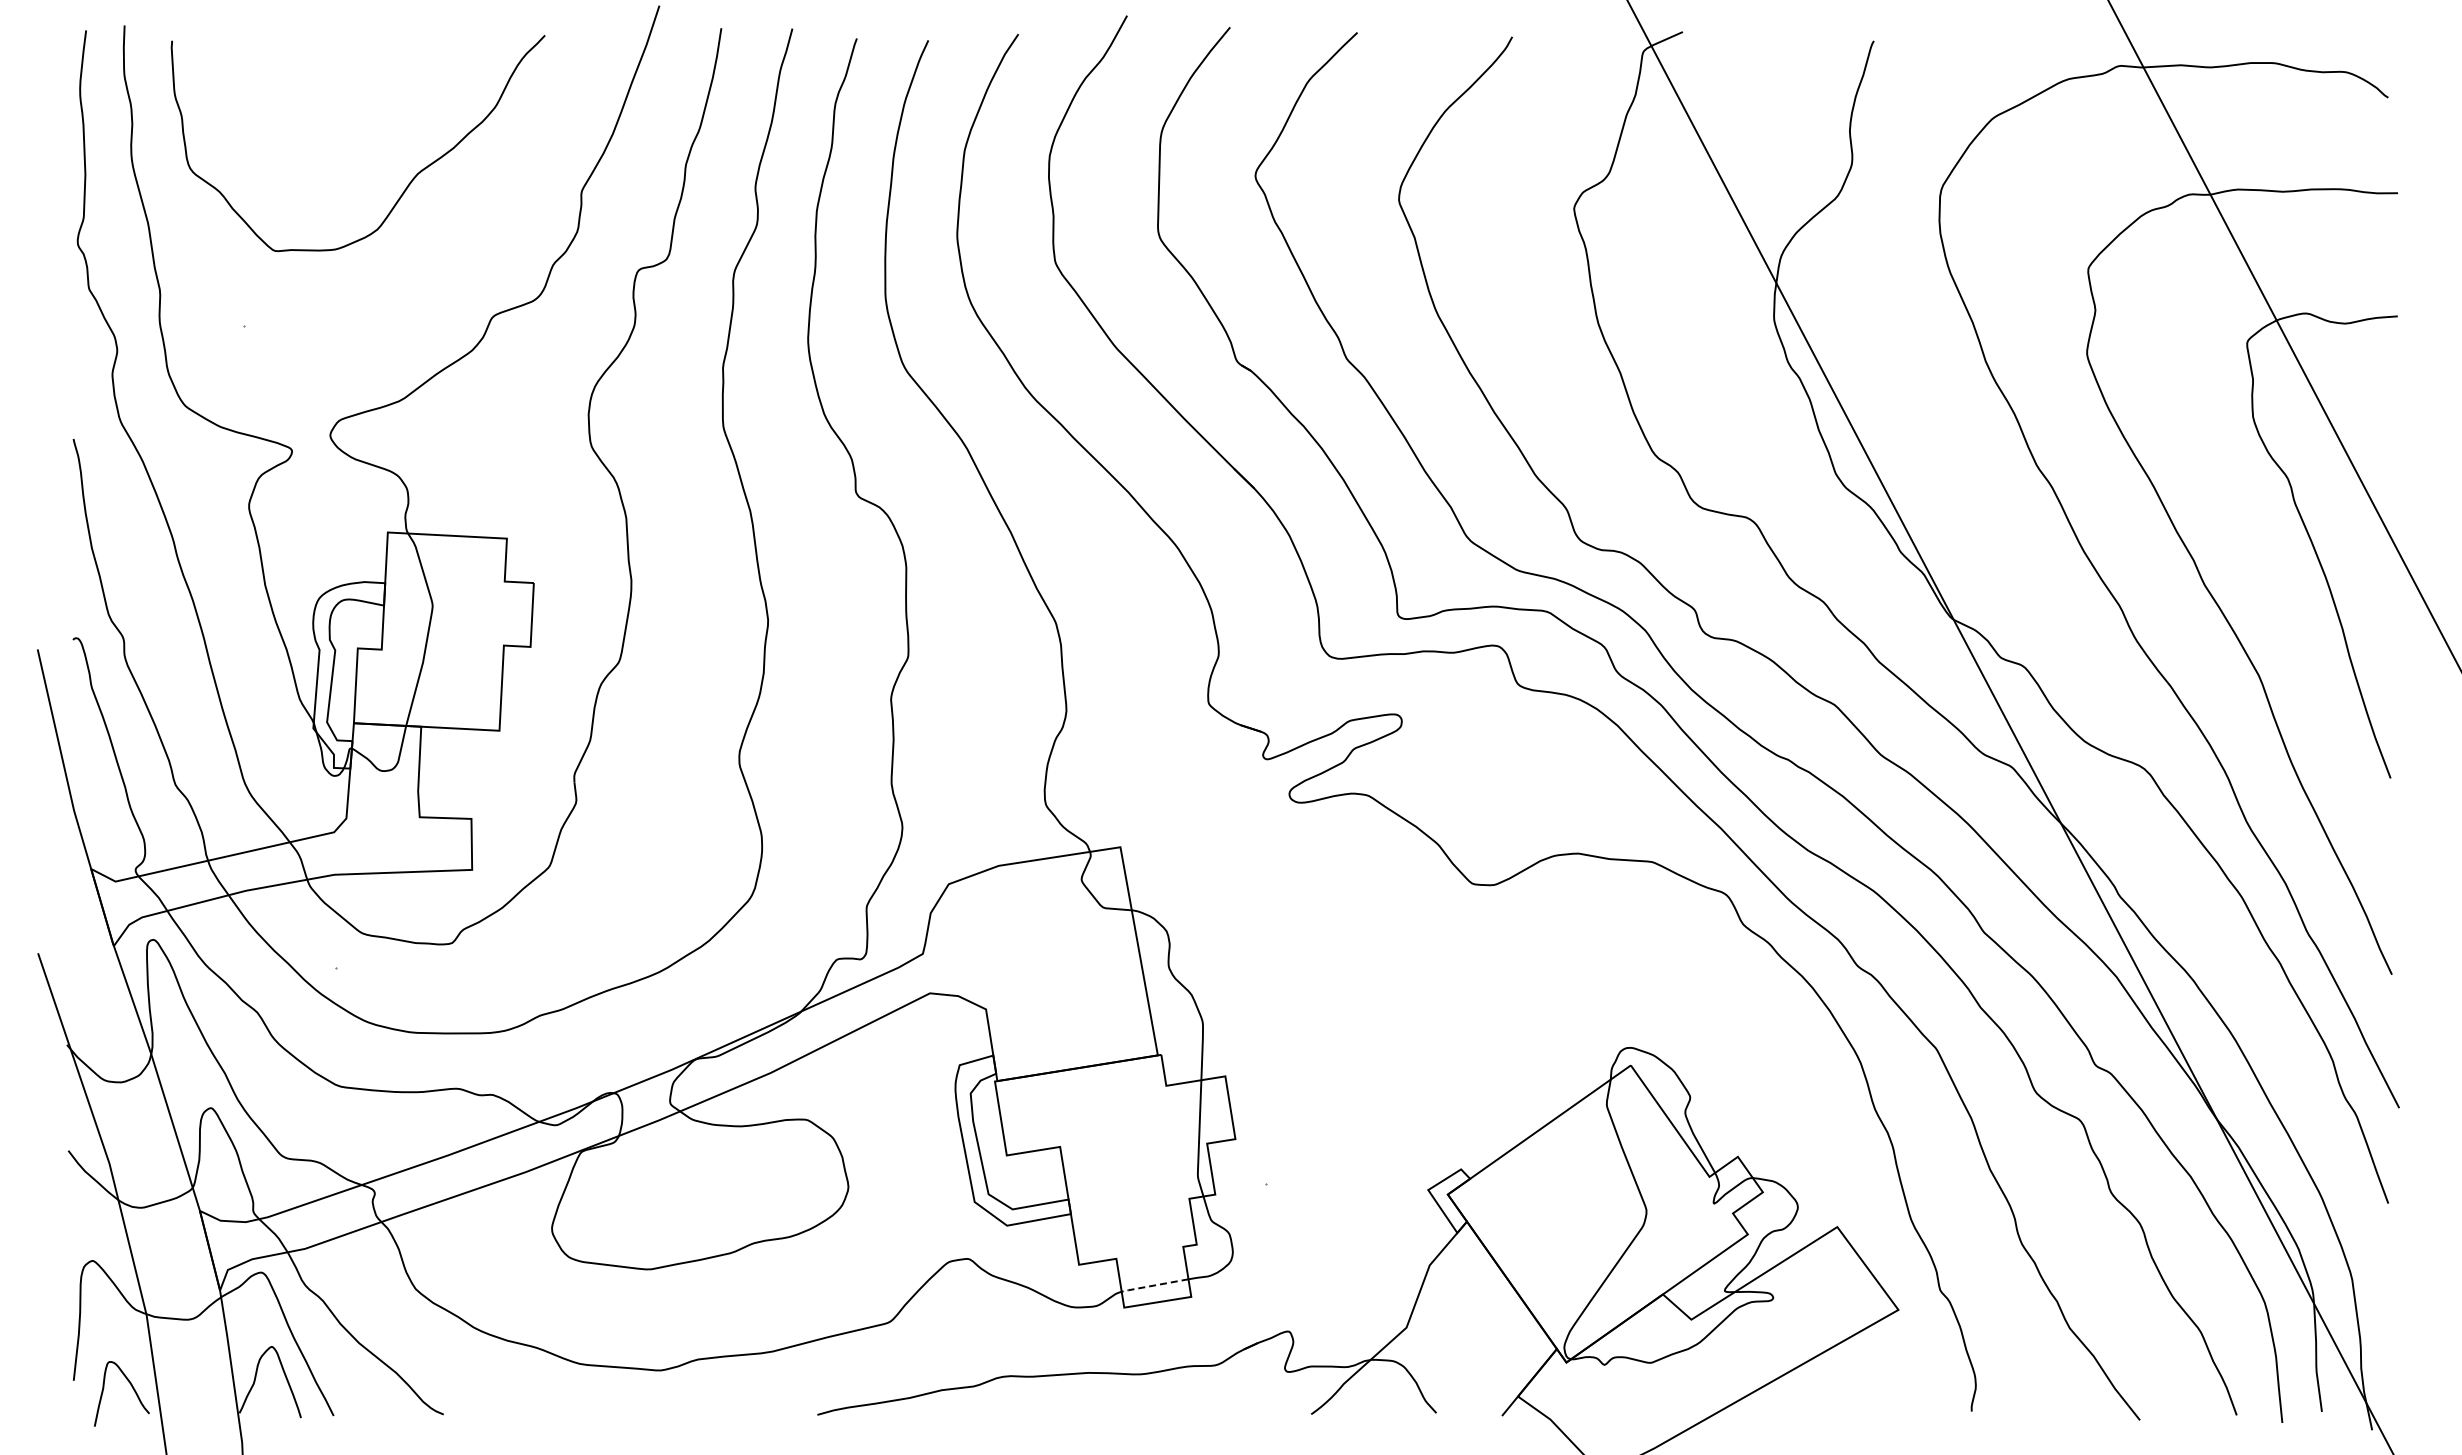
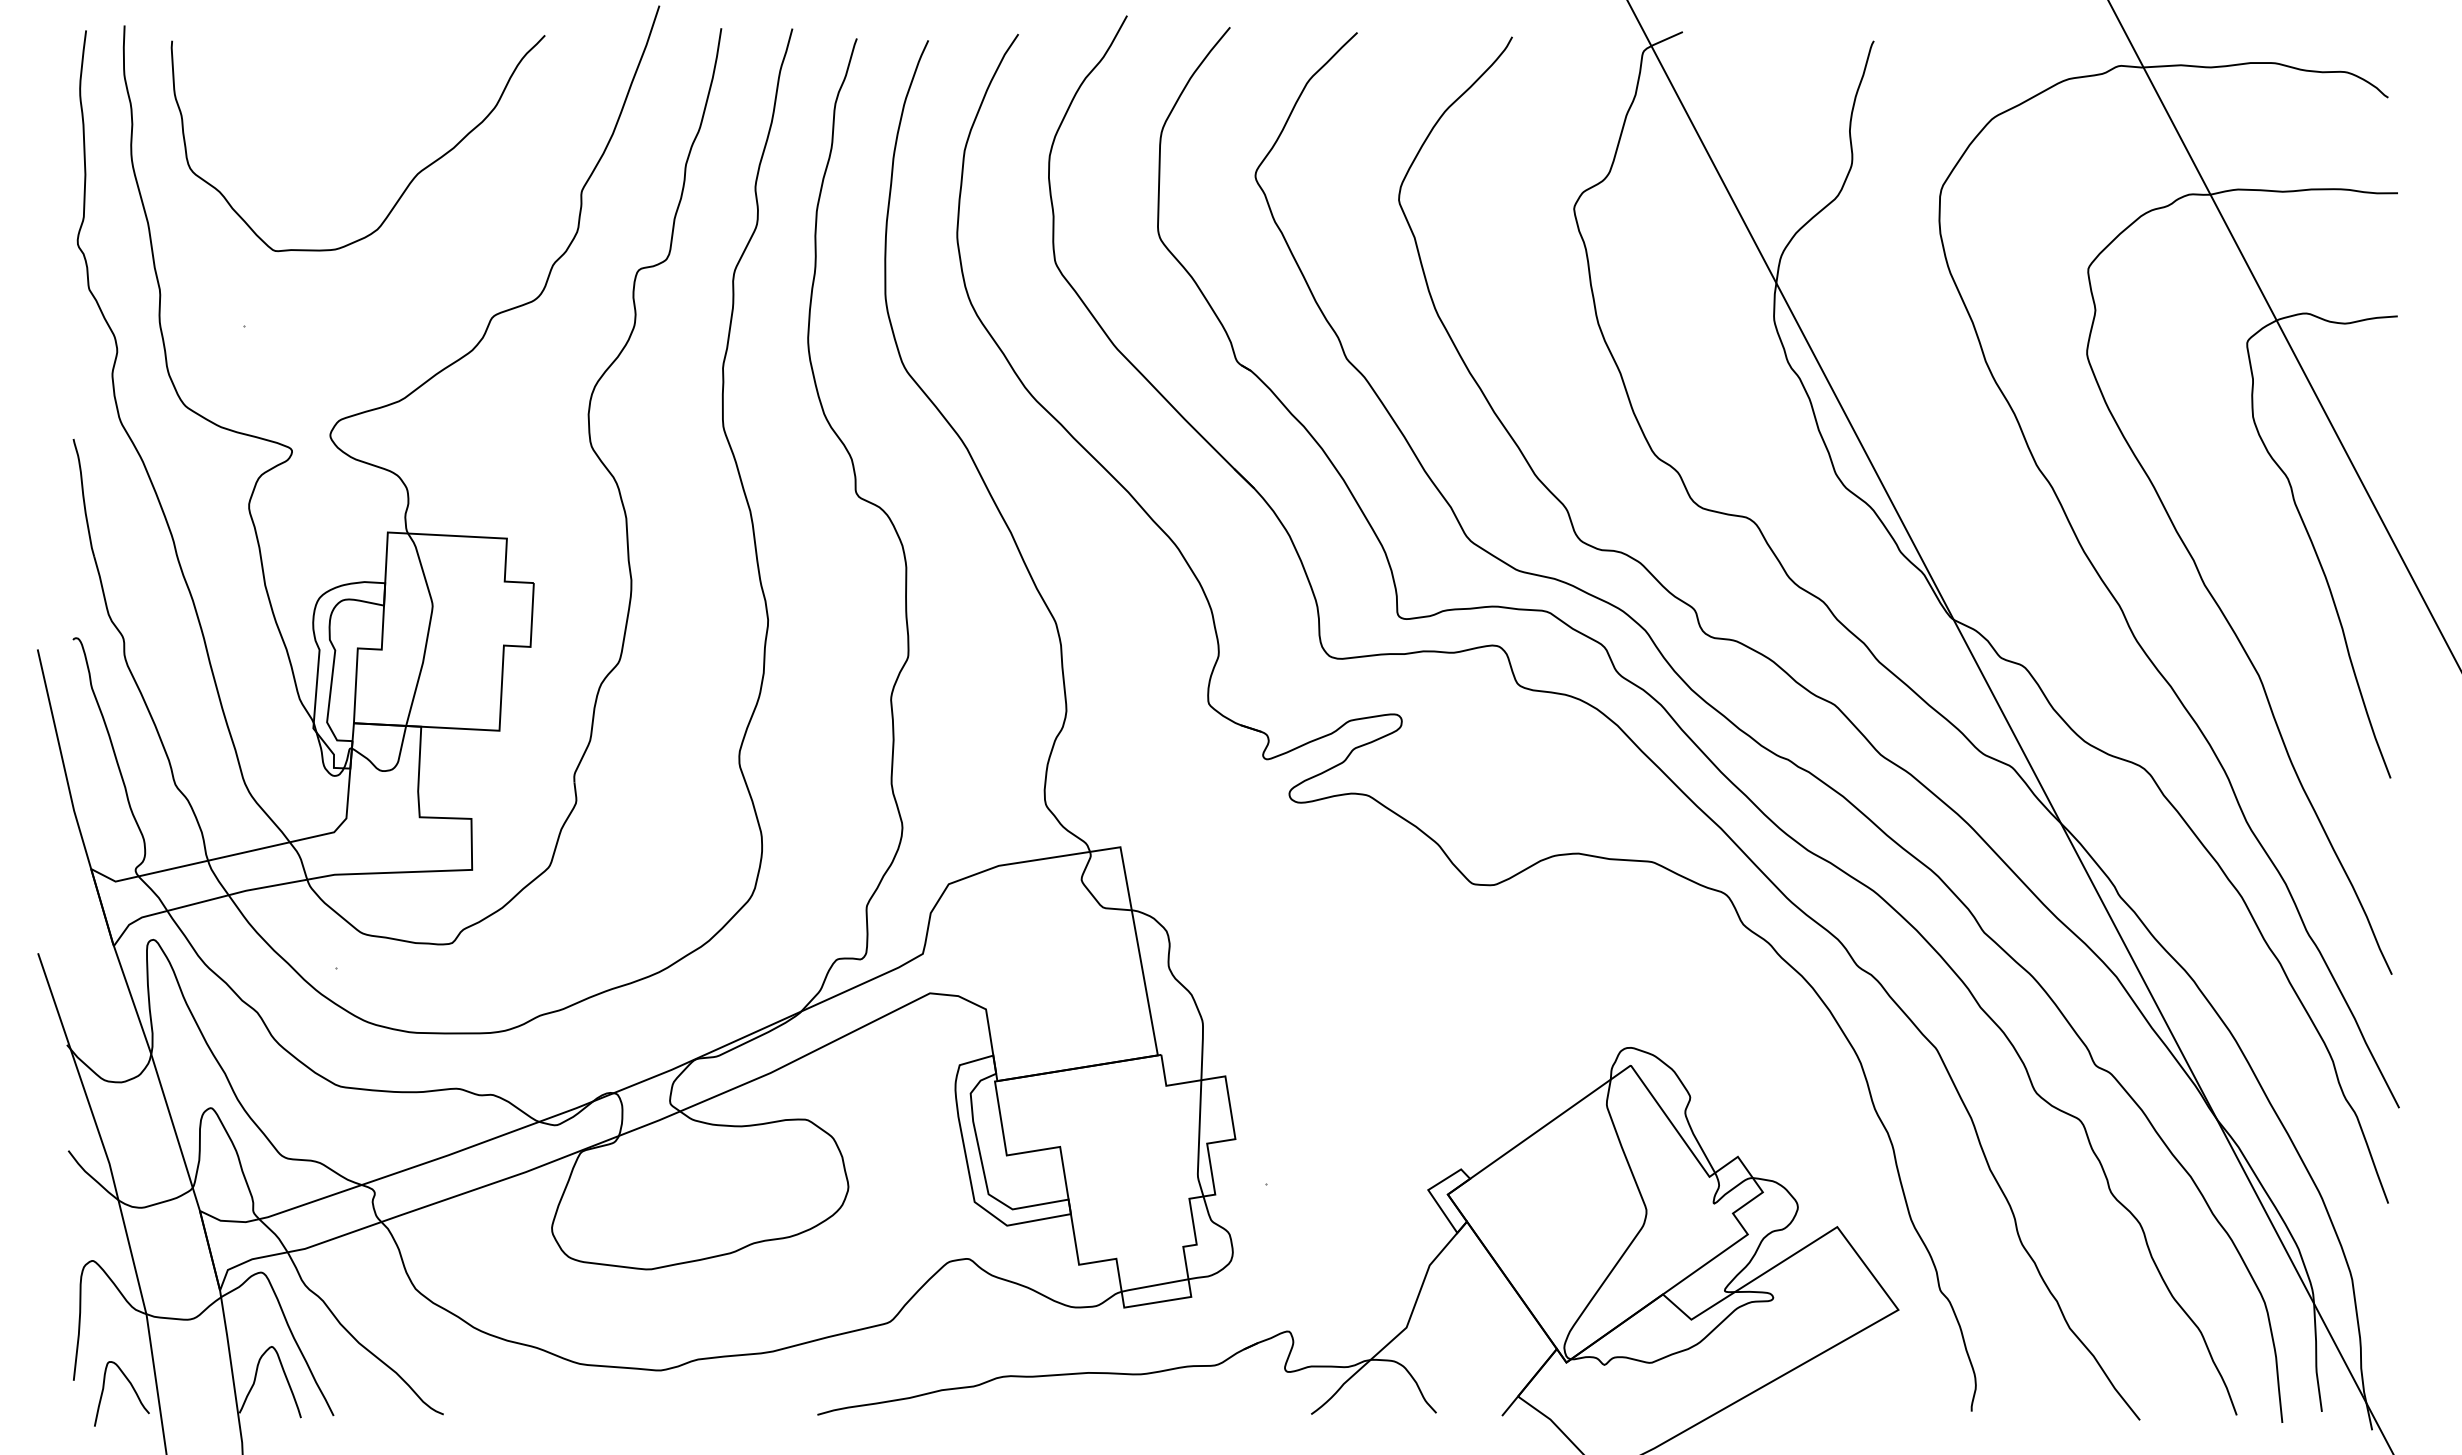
line at (1154, 1285): dashed -> solid
